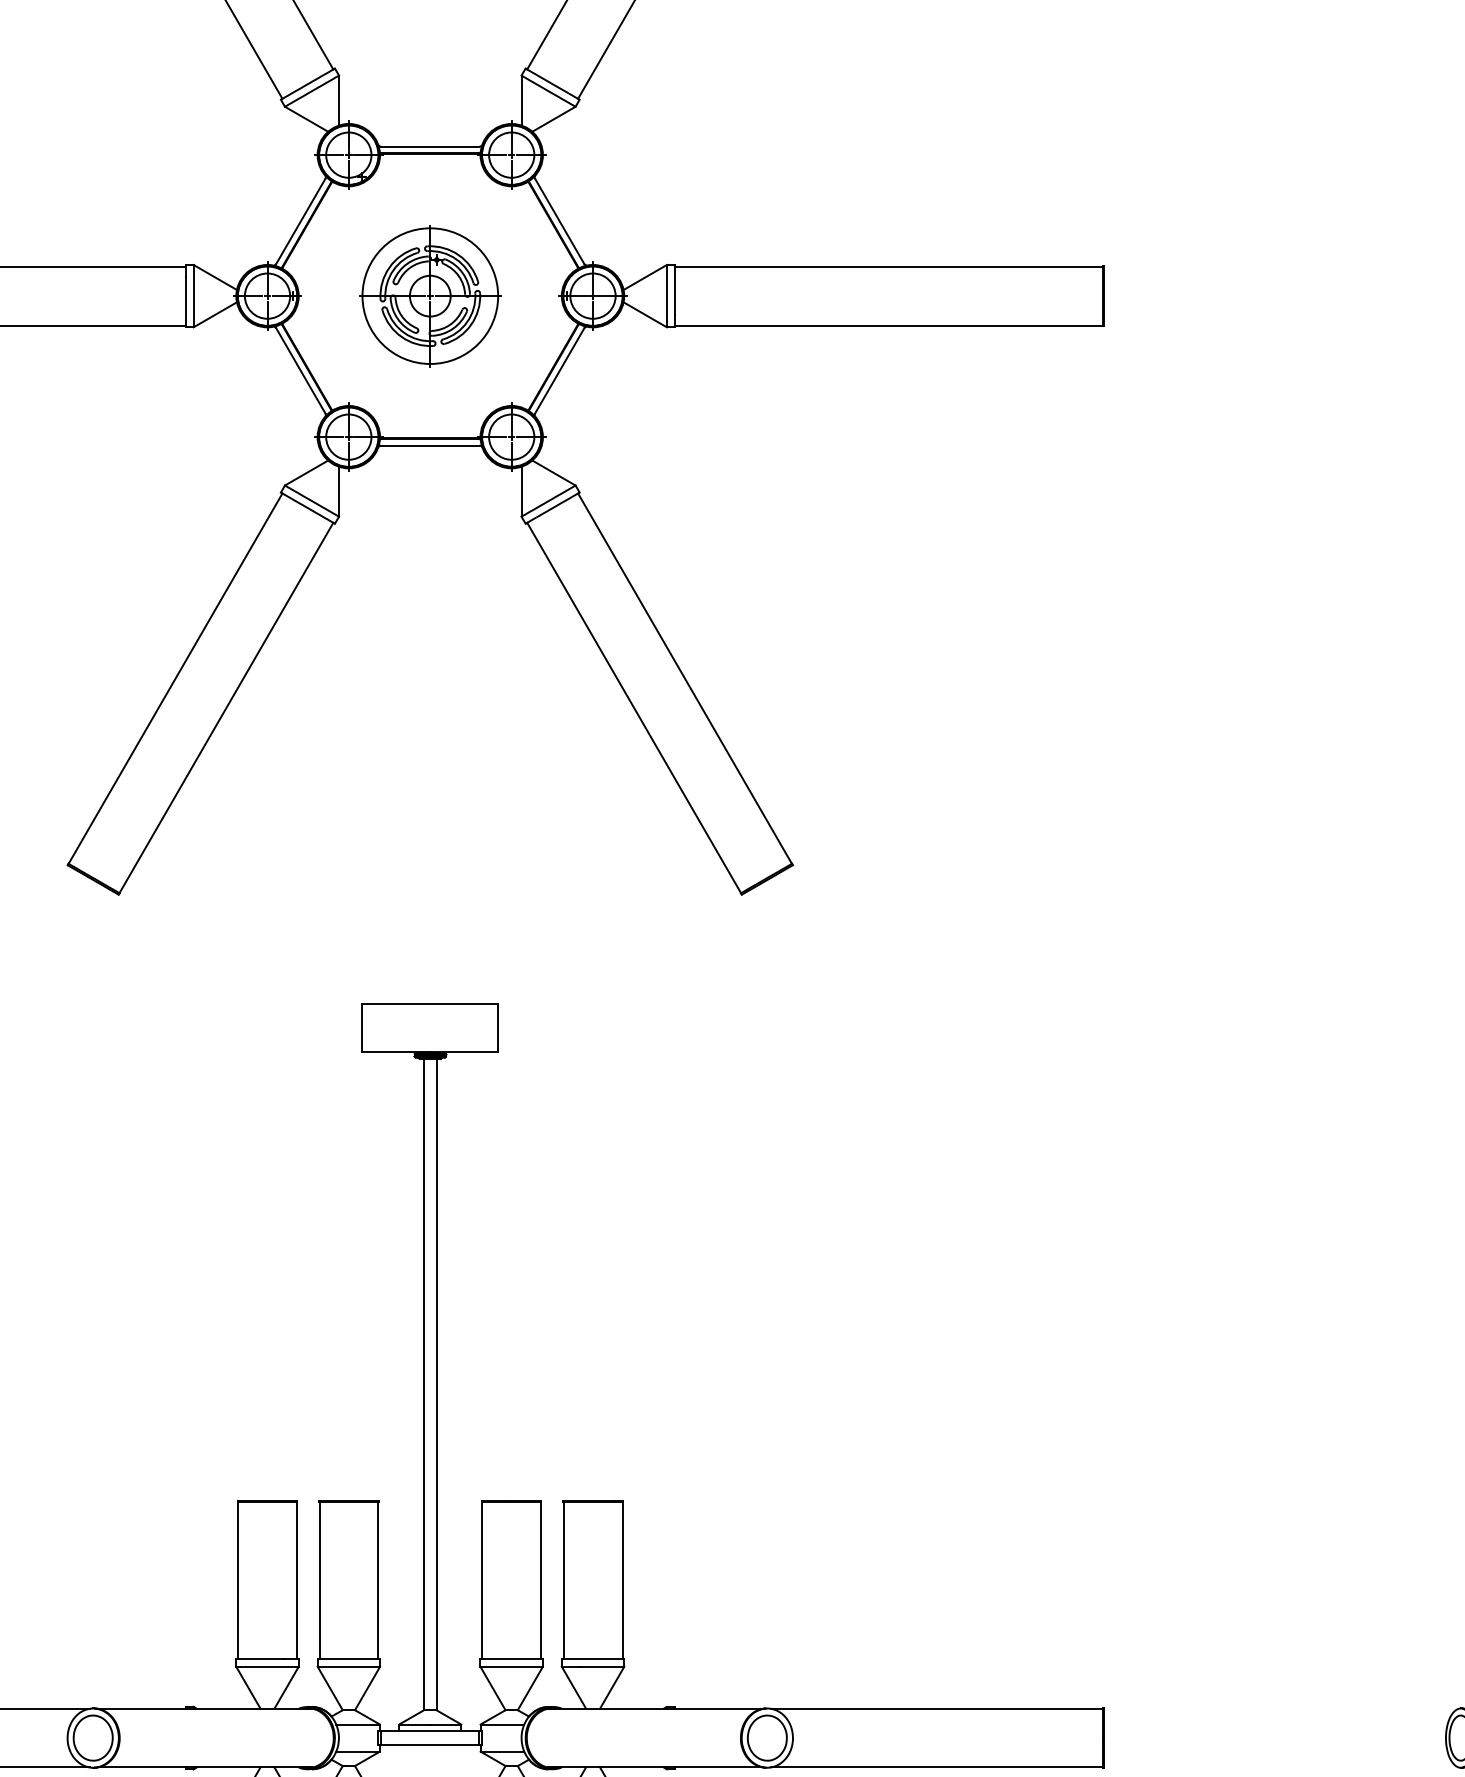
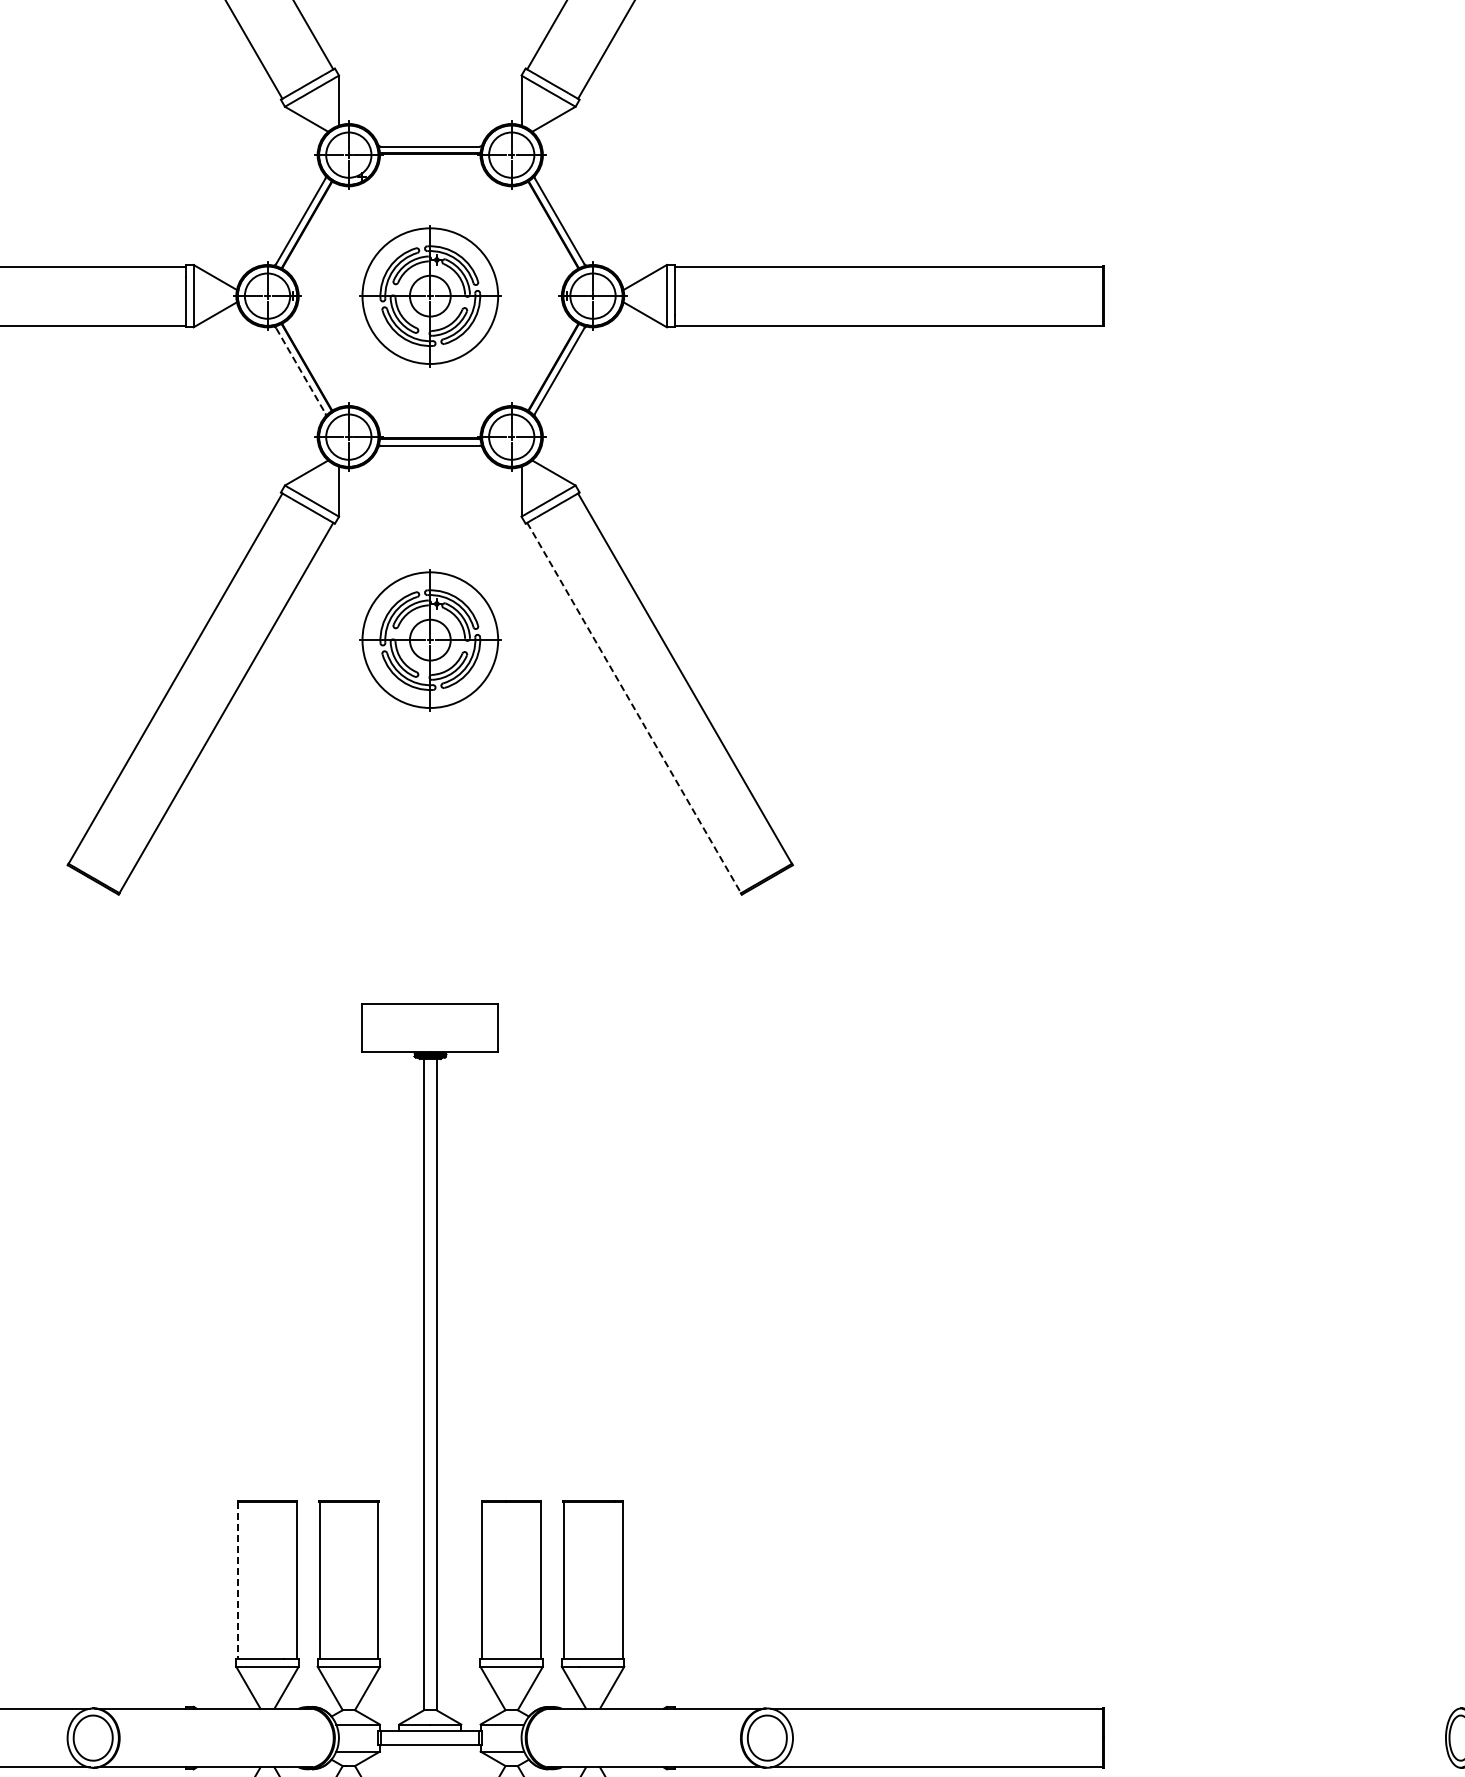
line at (301, 371): solid -> dashed
part at (430, 640): none -> present
line at (634, 707): solid -> dashed
line at (238, 1580): solid -> dashed
